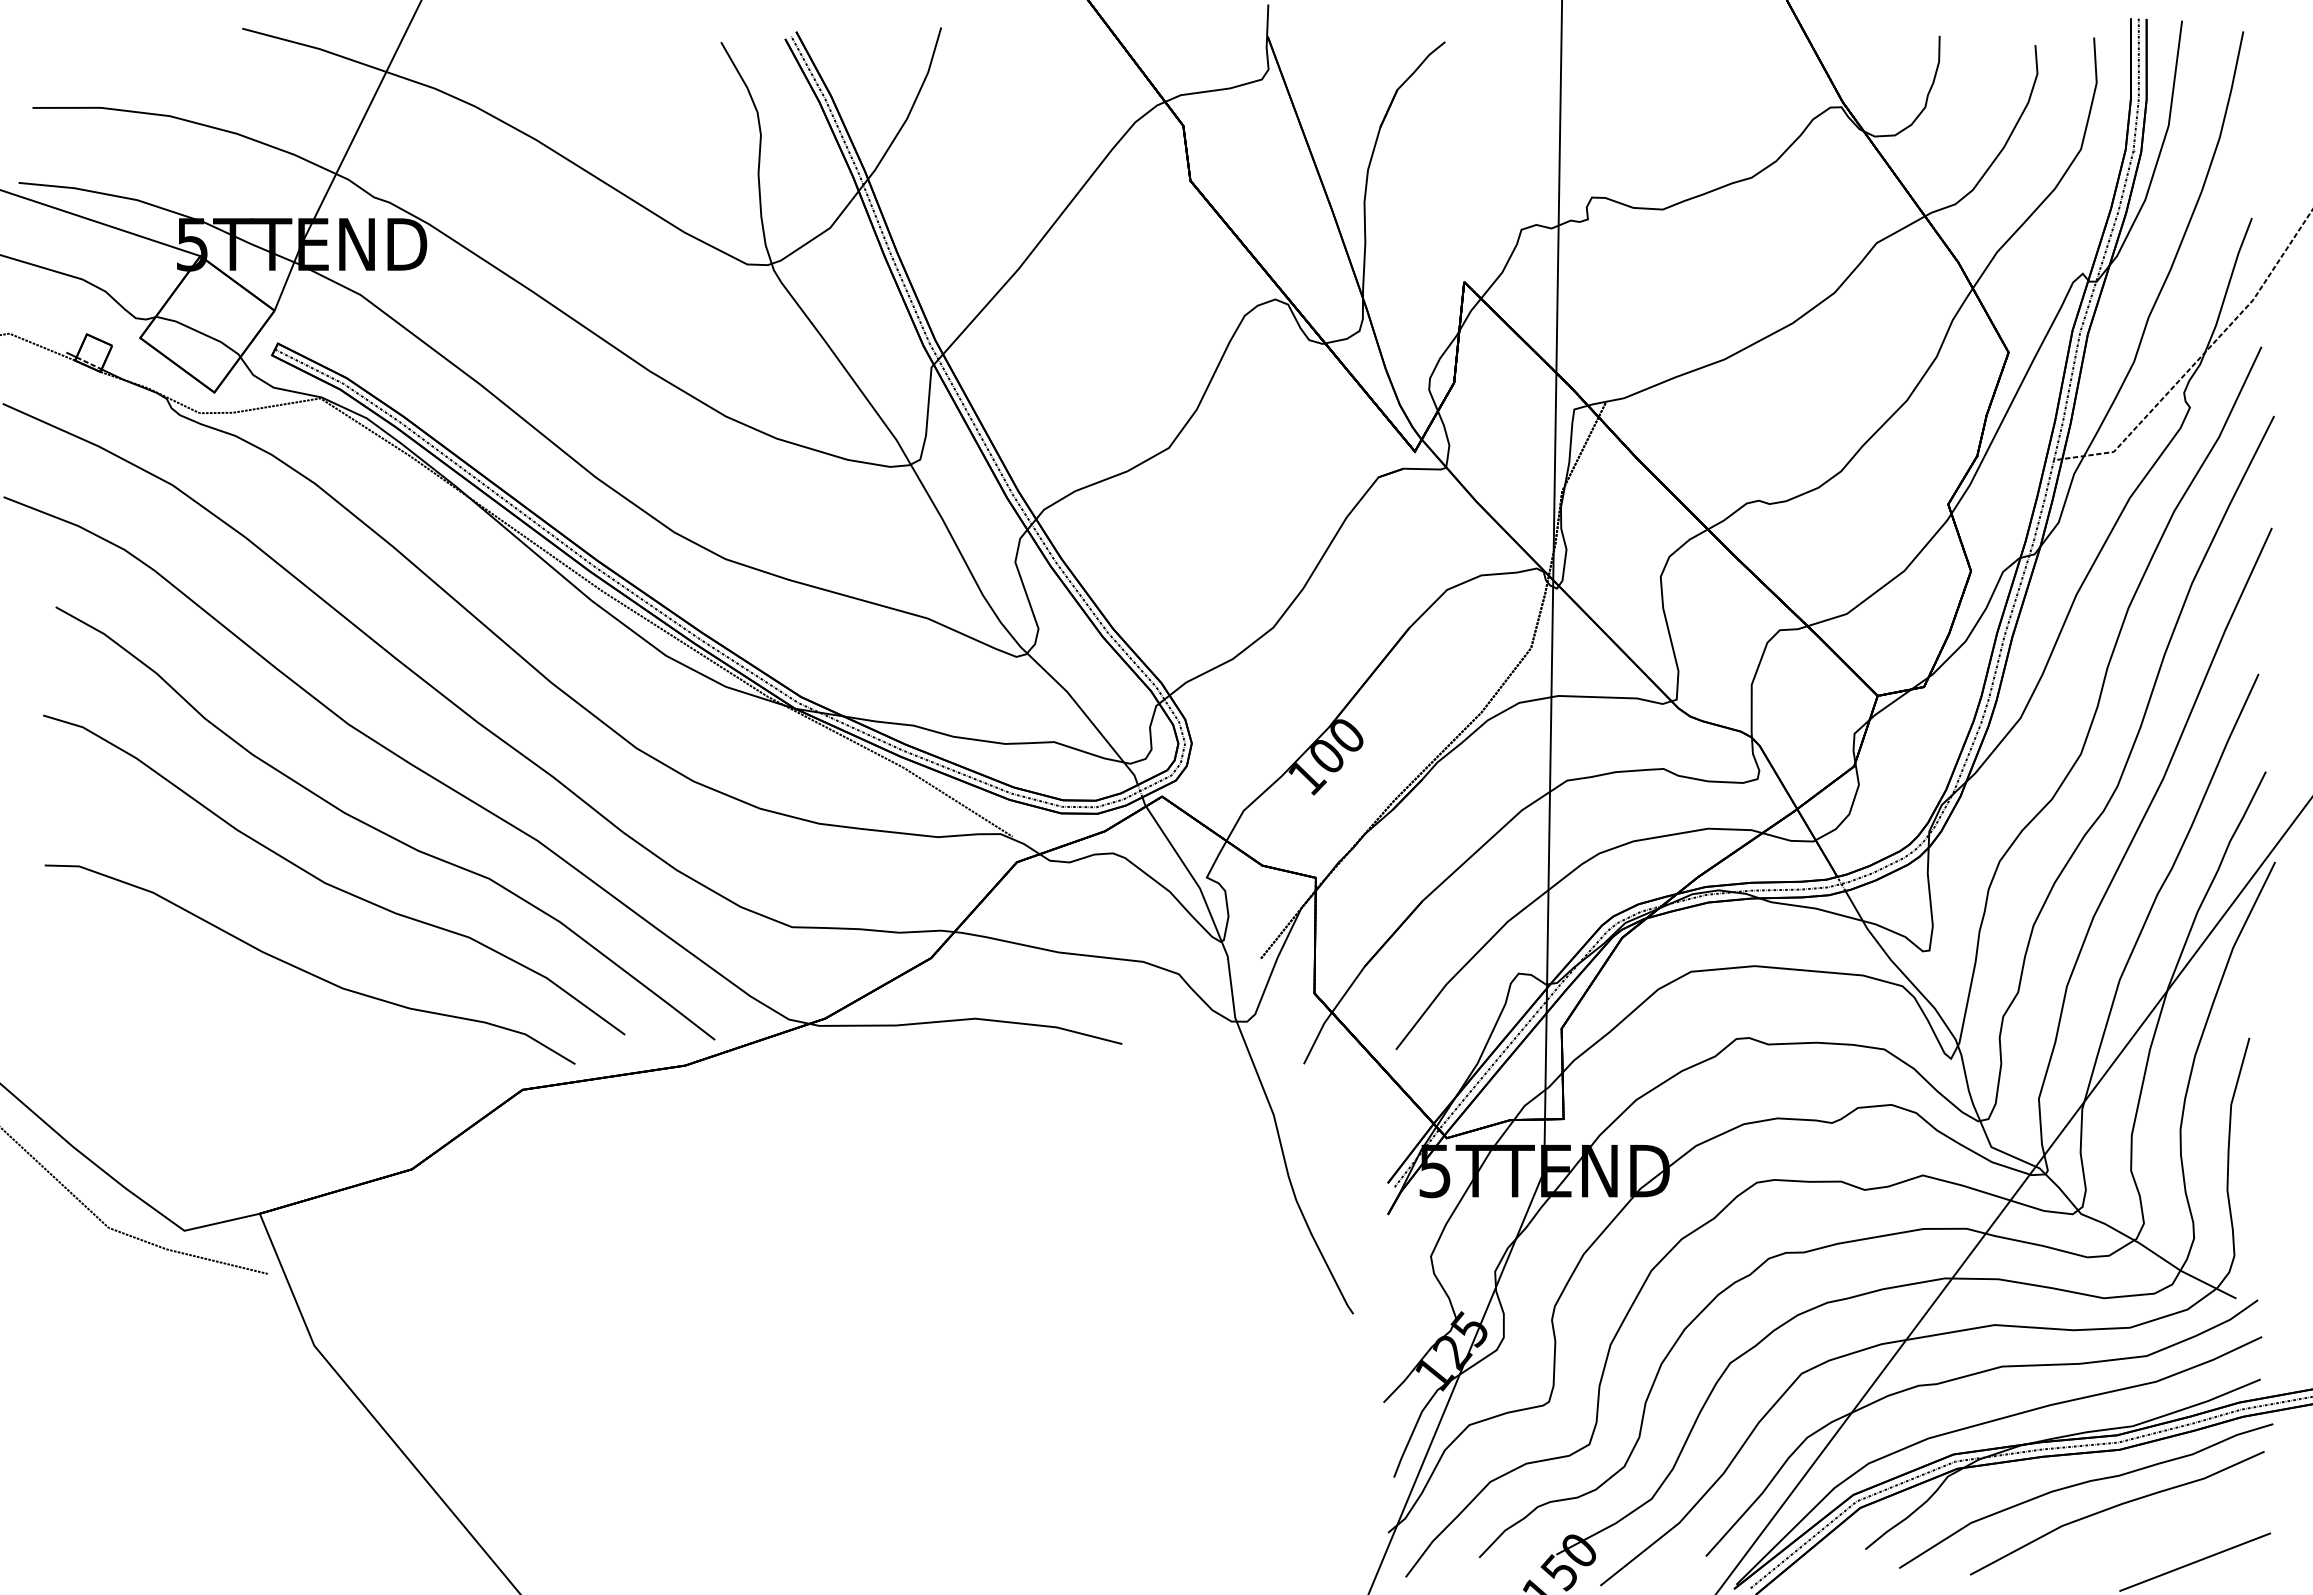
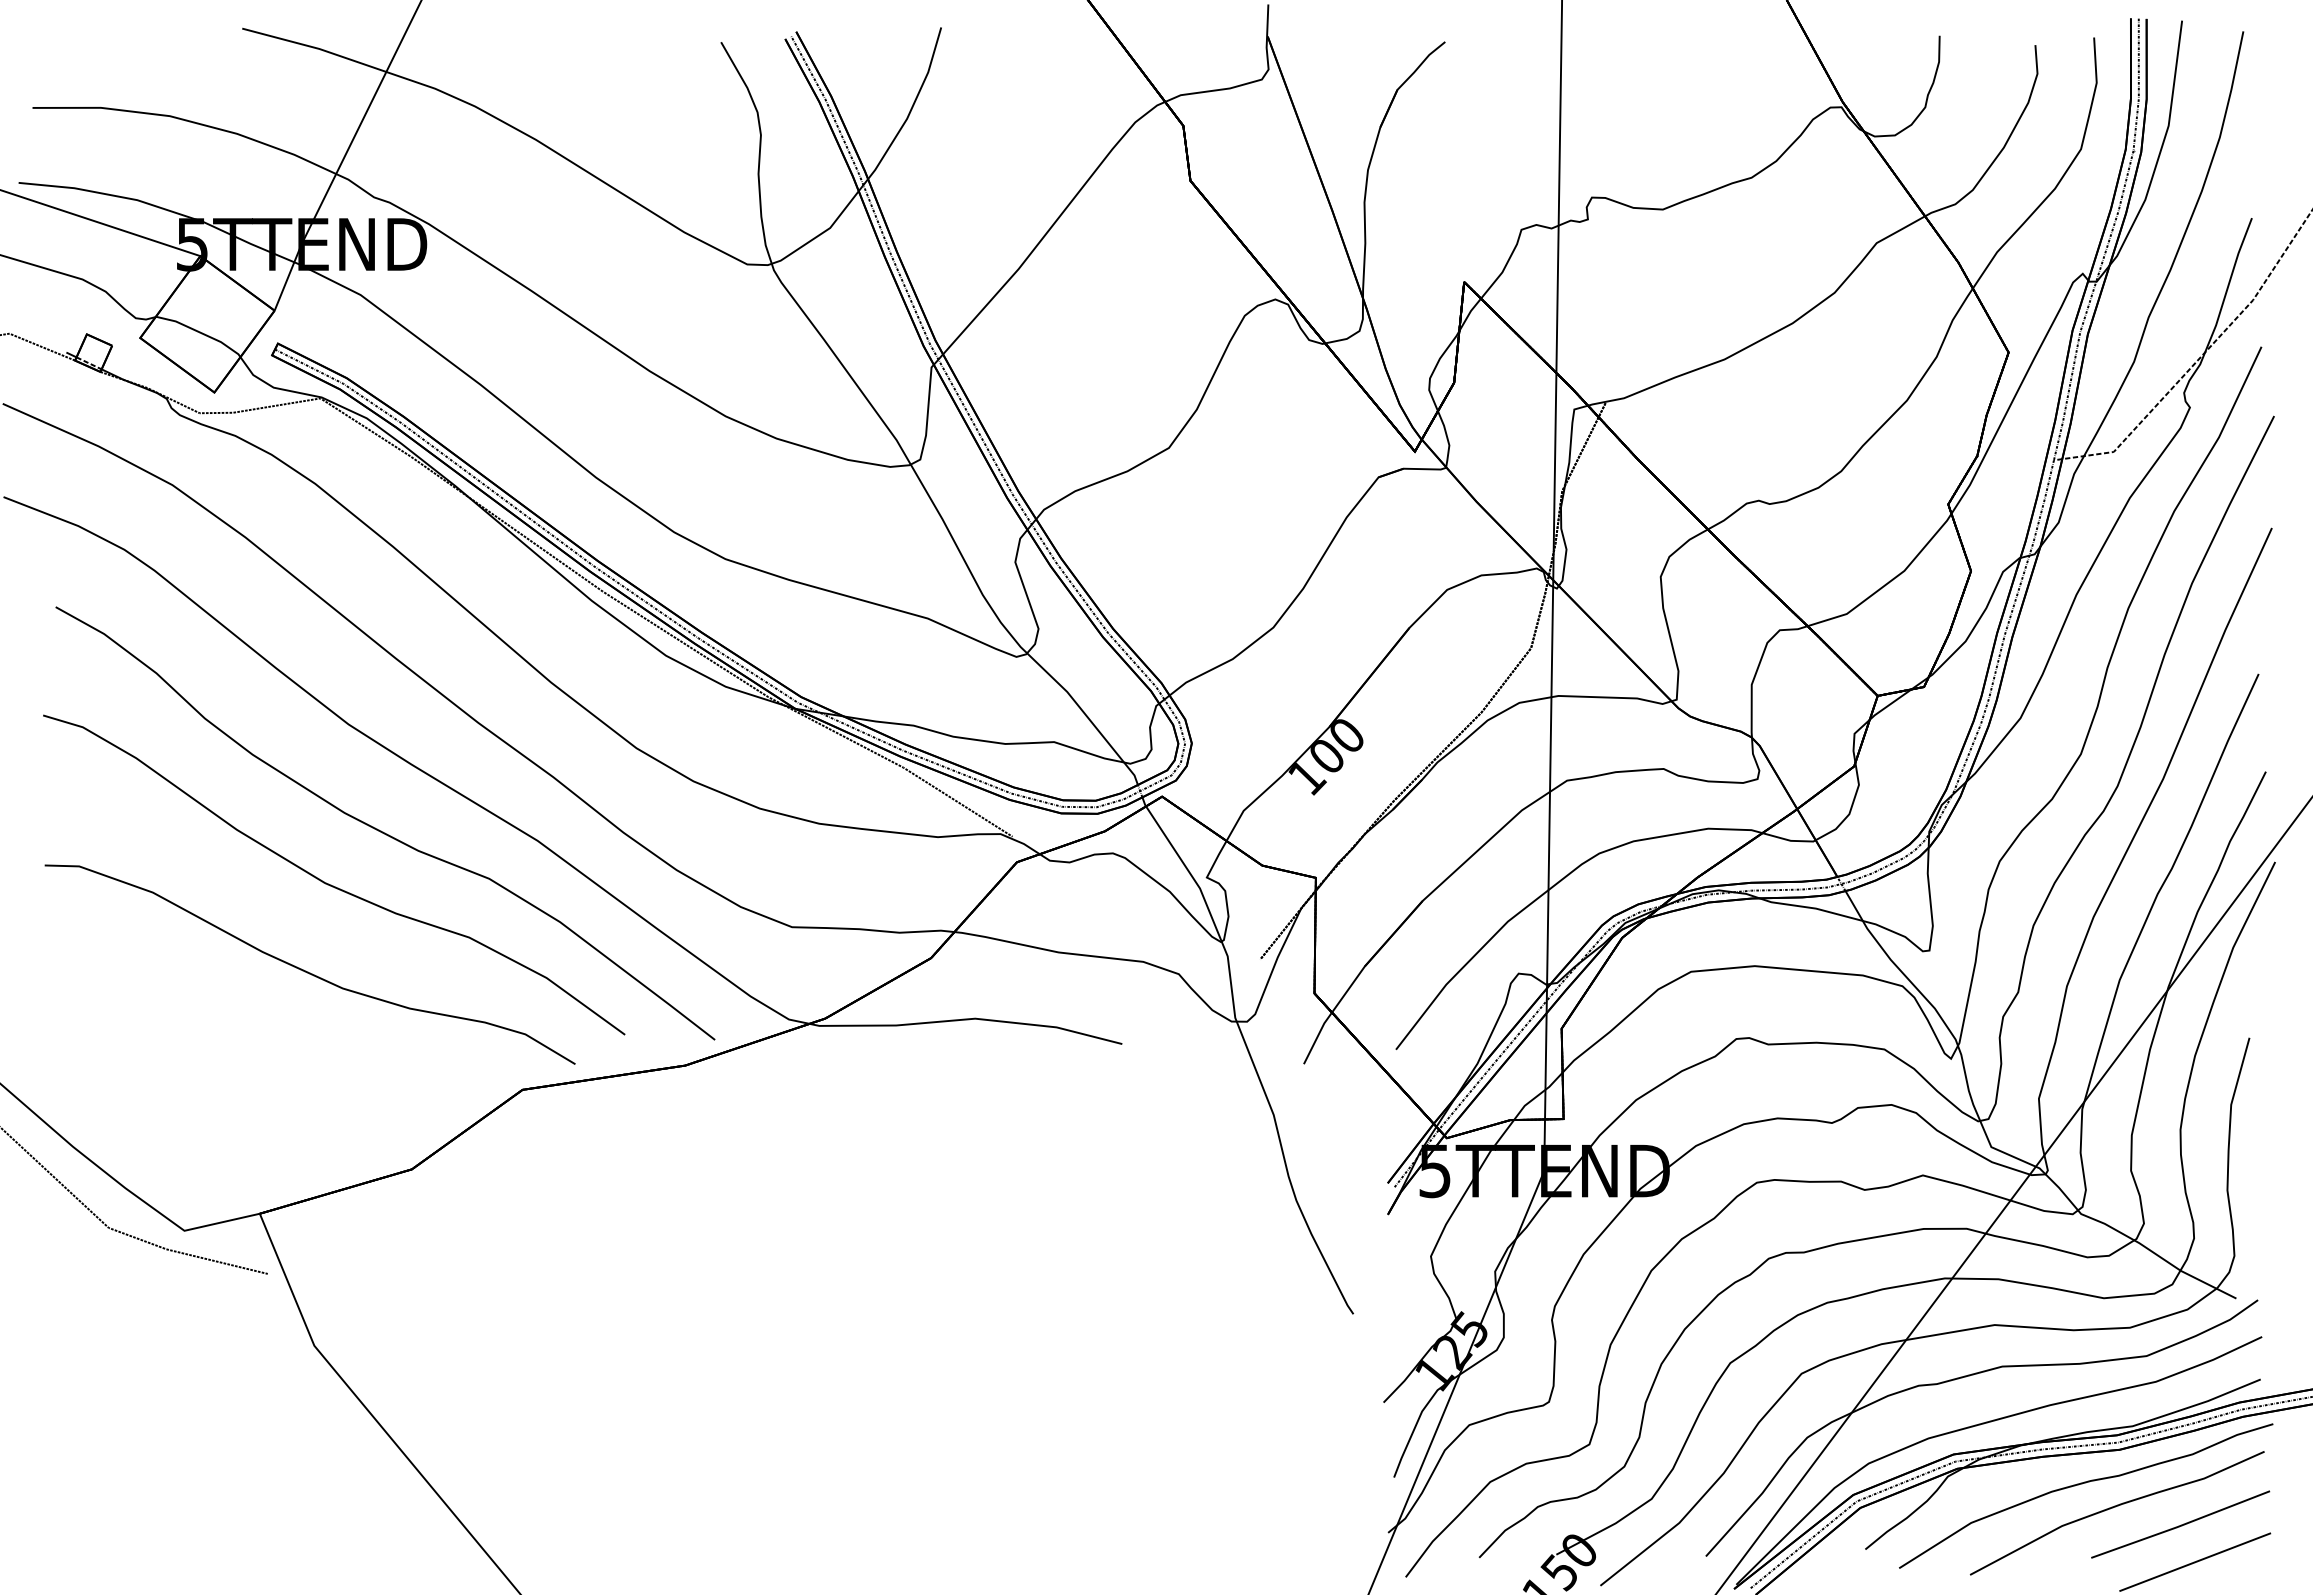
line at (2181, 1524): none -> present
